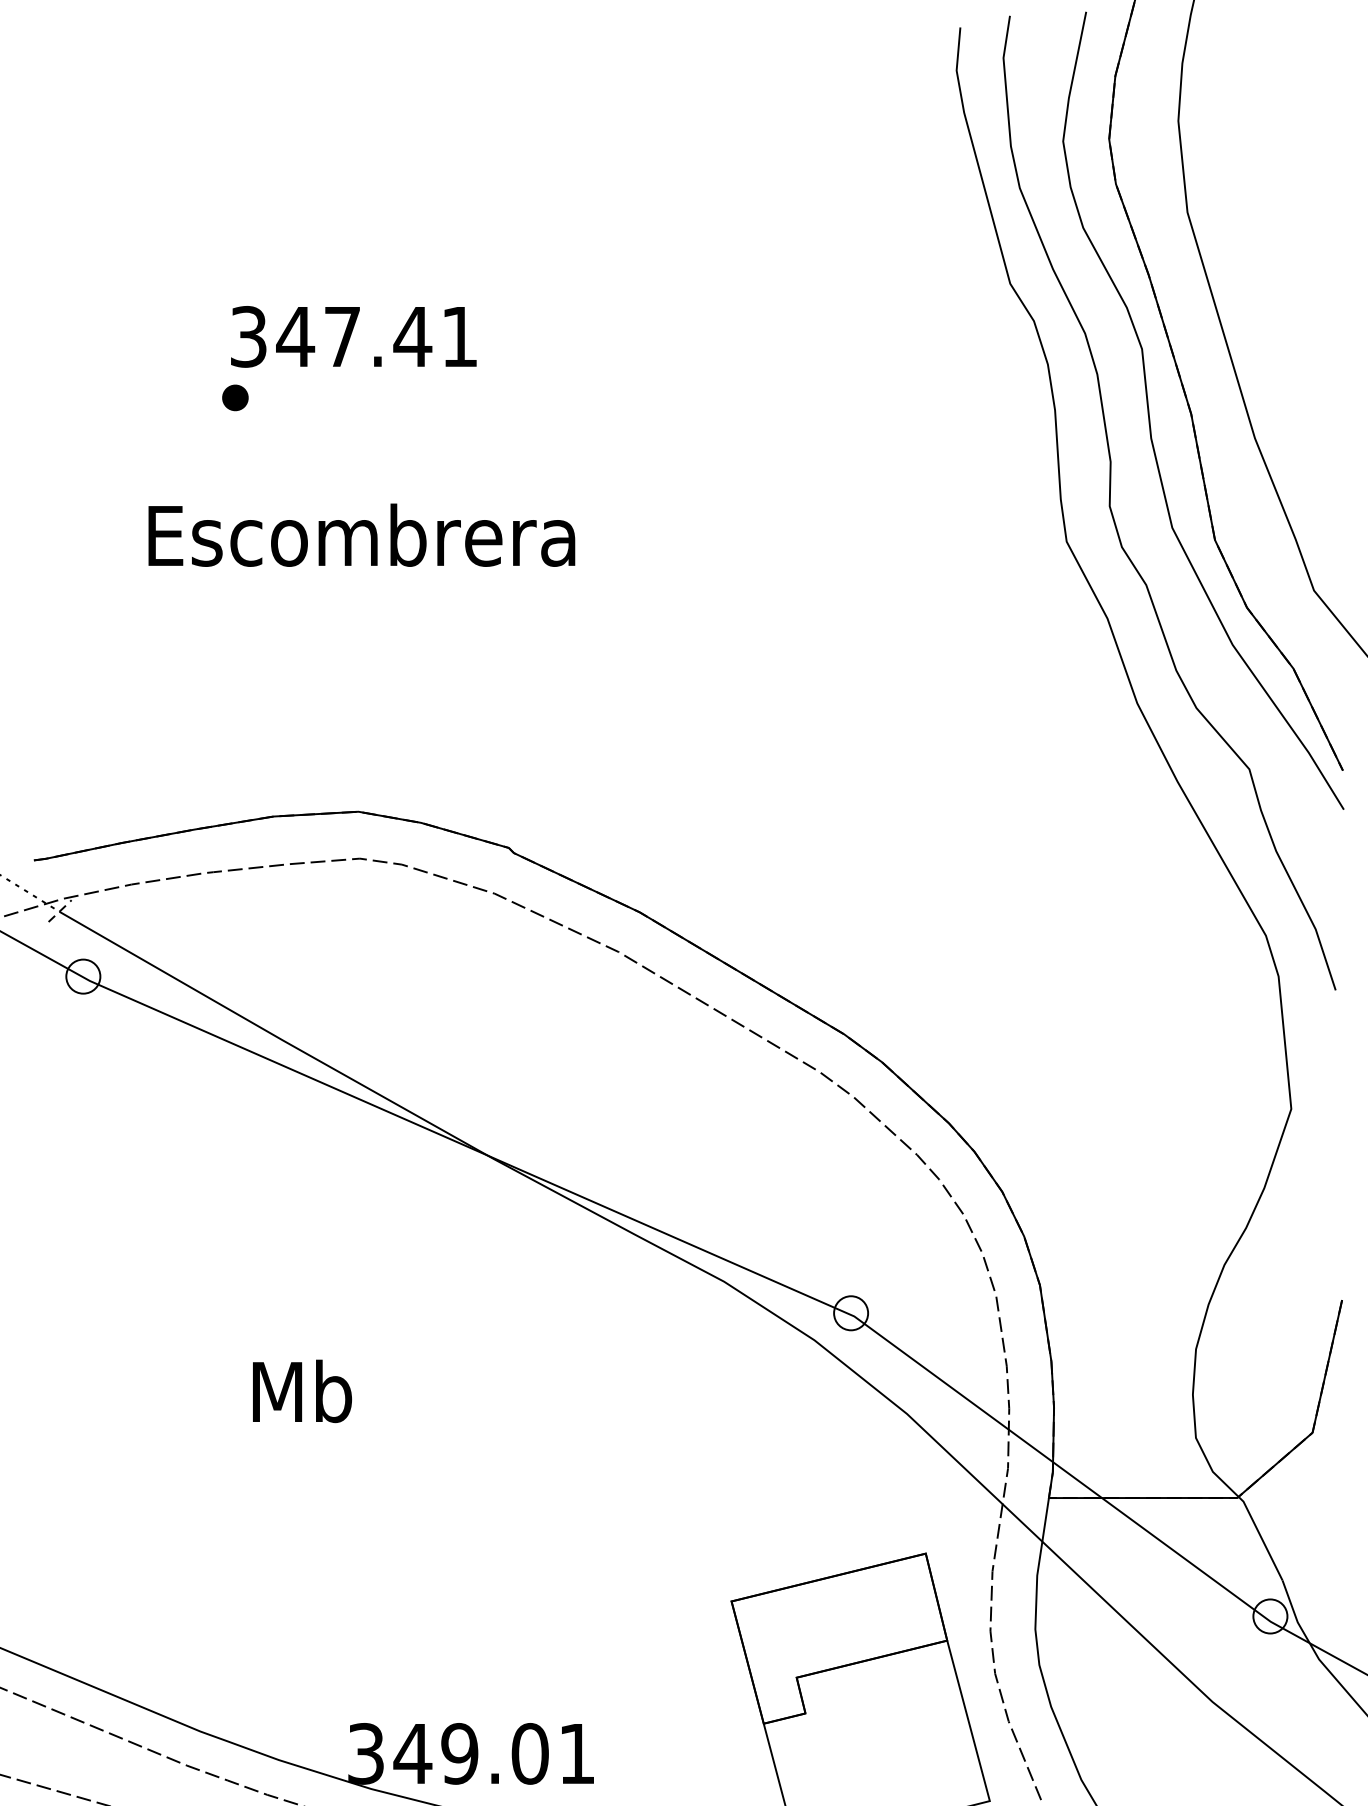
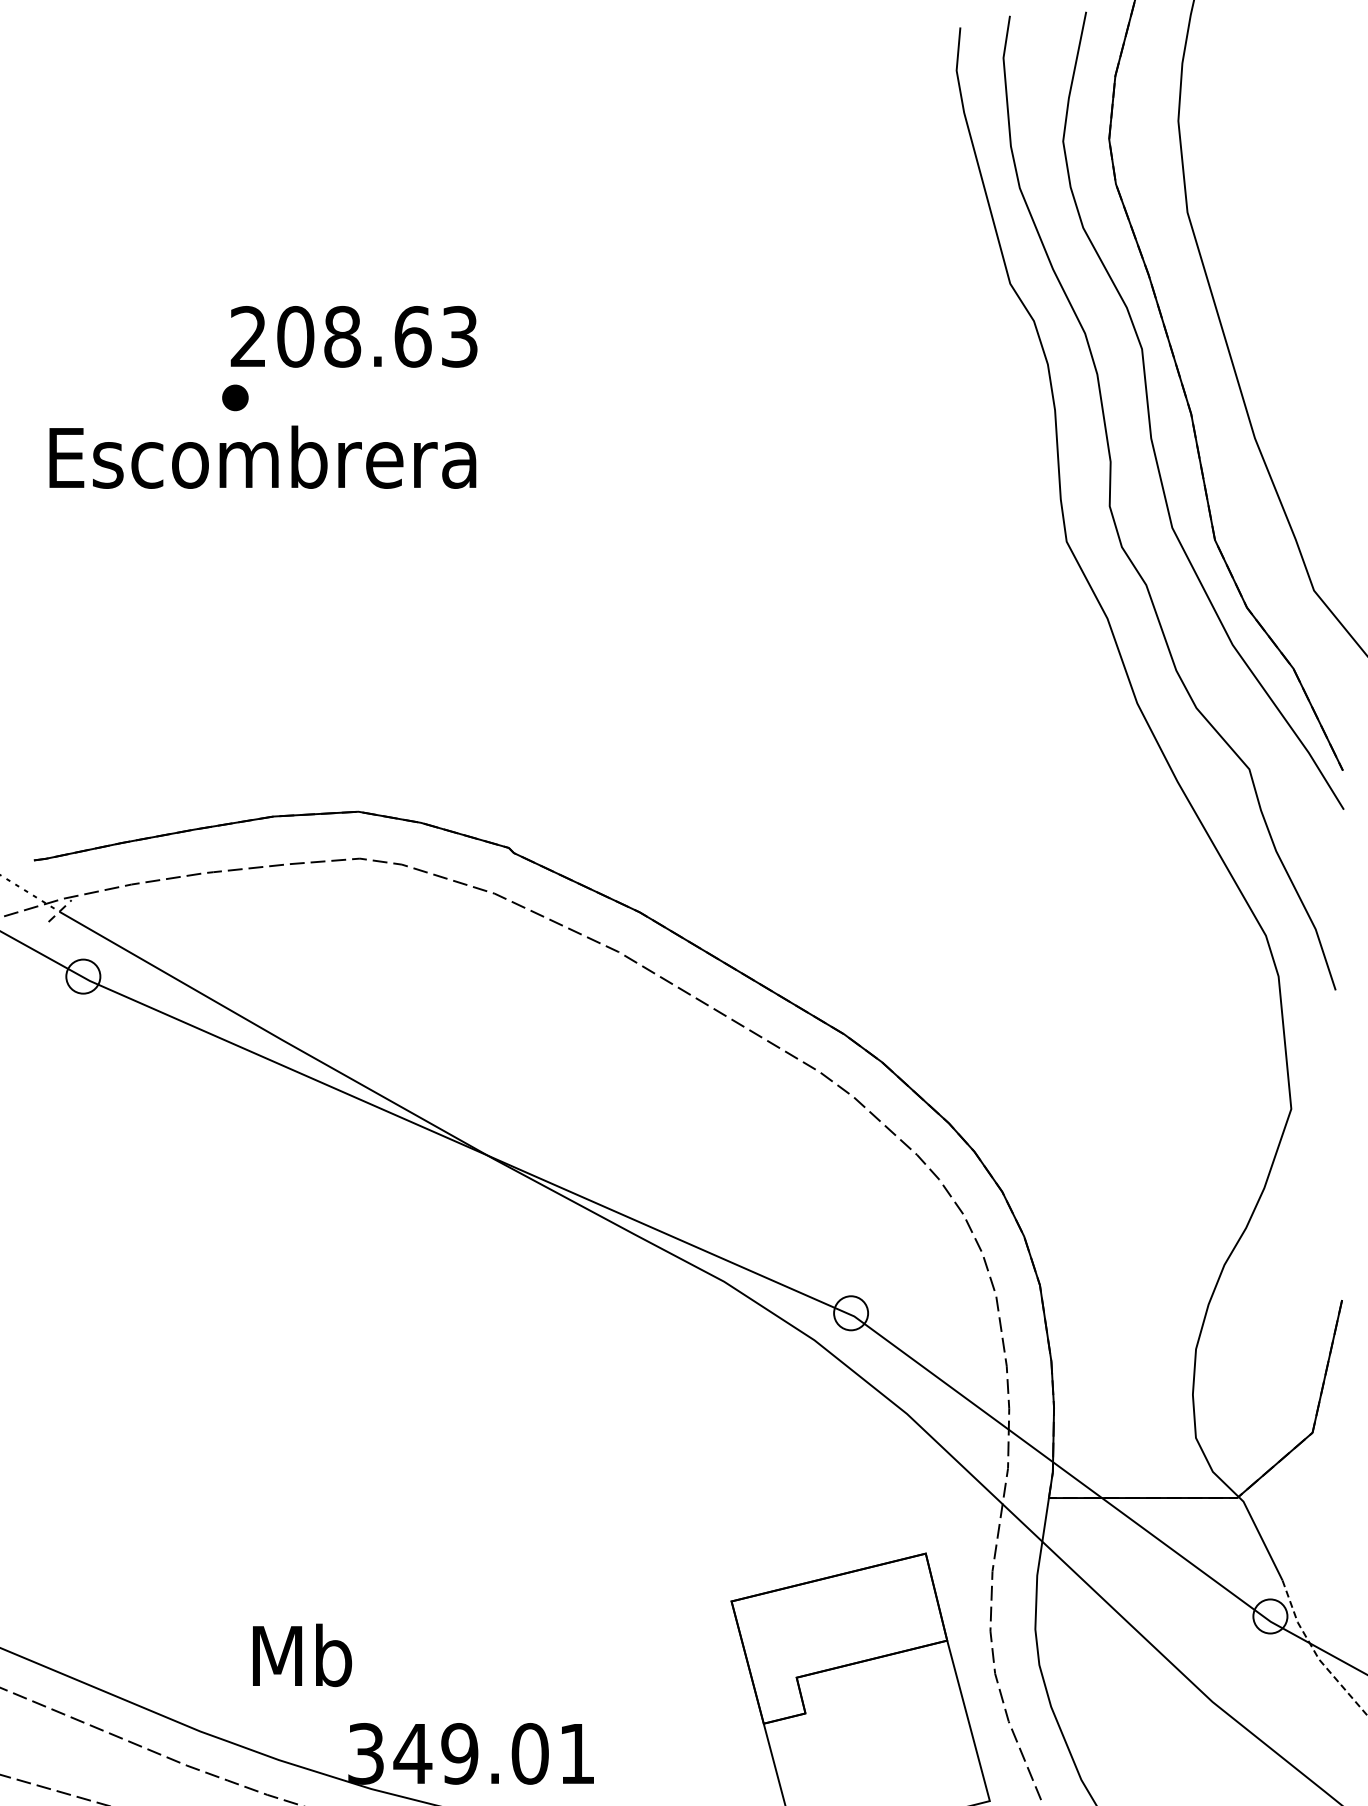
text at (353, 336): 347.41 -> 208.63
text at (361, 534) position: (361, 534) -> (262, 456)
text at (302, 1391) position: (302, 1391) -> (302, 1655)
line at (1316, 1654): solid -> dashed
